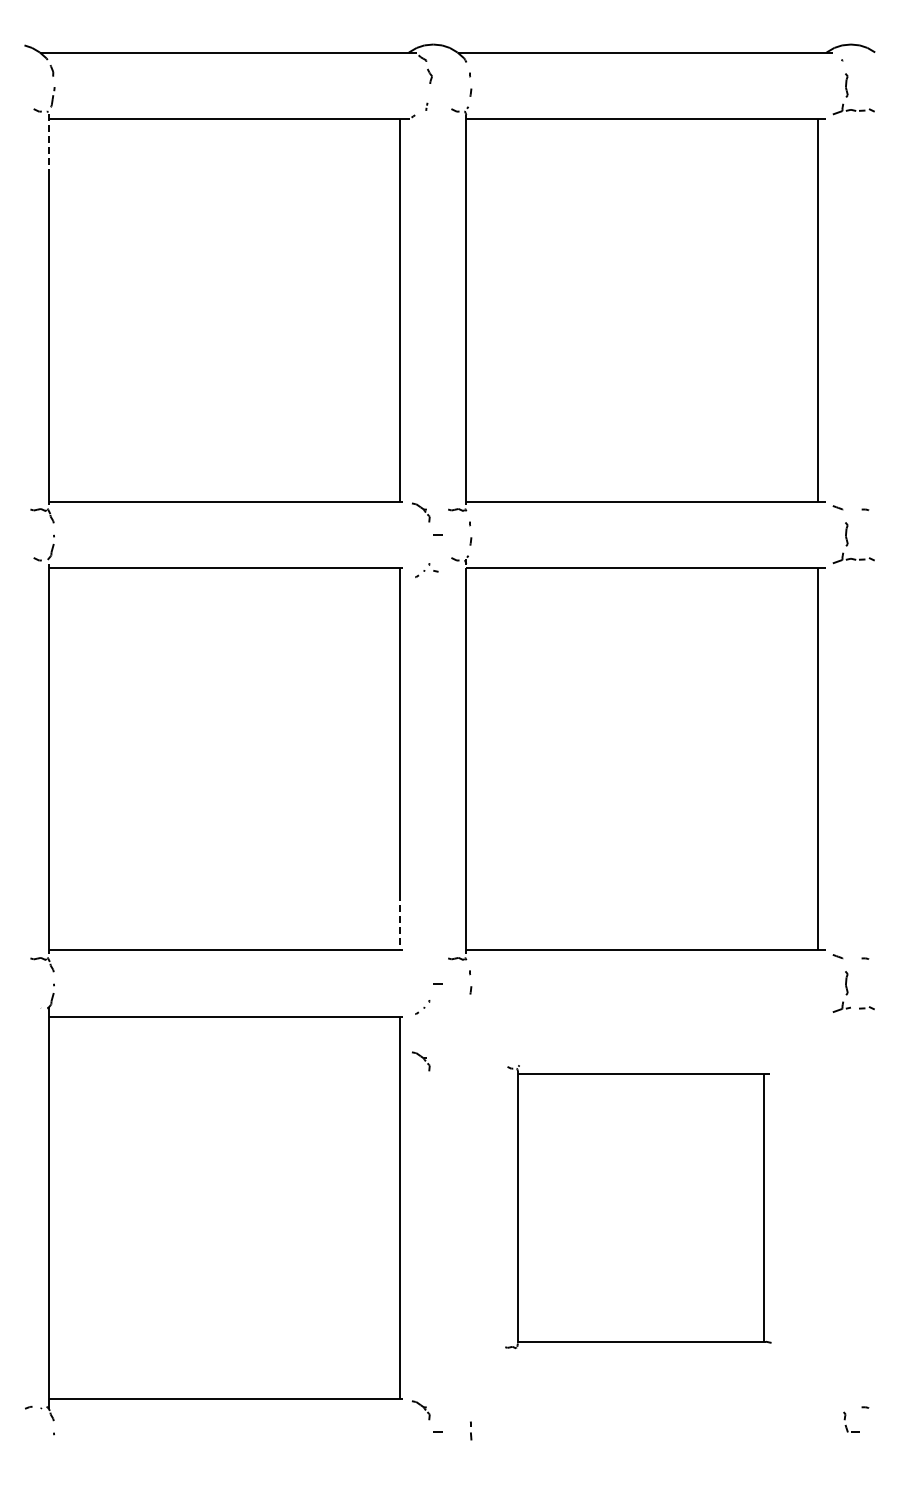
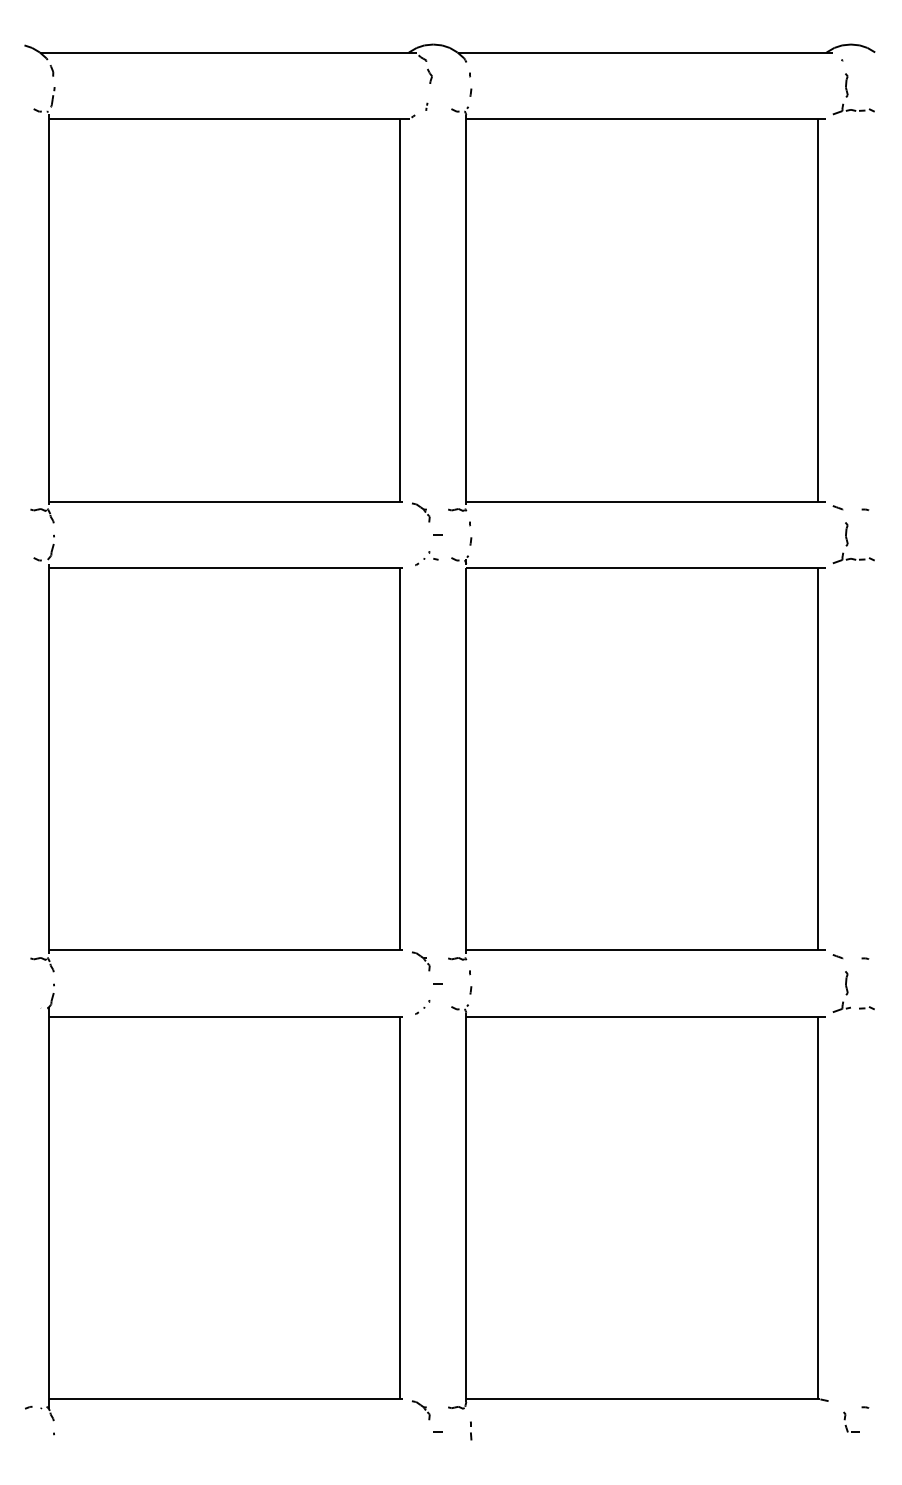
line at (48, 144): dashed -> solid
part at (426, 570) position: (426, 570) -> (426, 558)
line at (400, 922): dashed -> solid
part at (421, 1061) position: (421, 1061) -> (421, 961)
part at (638, 1207) size: 267x285 px -> 381x406 px
